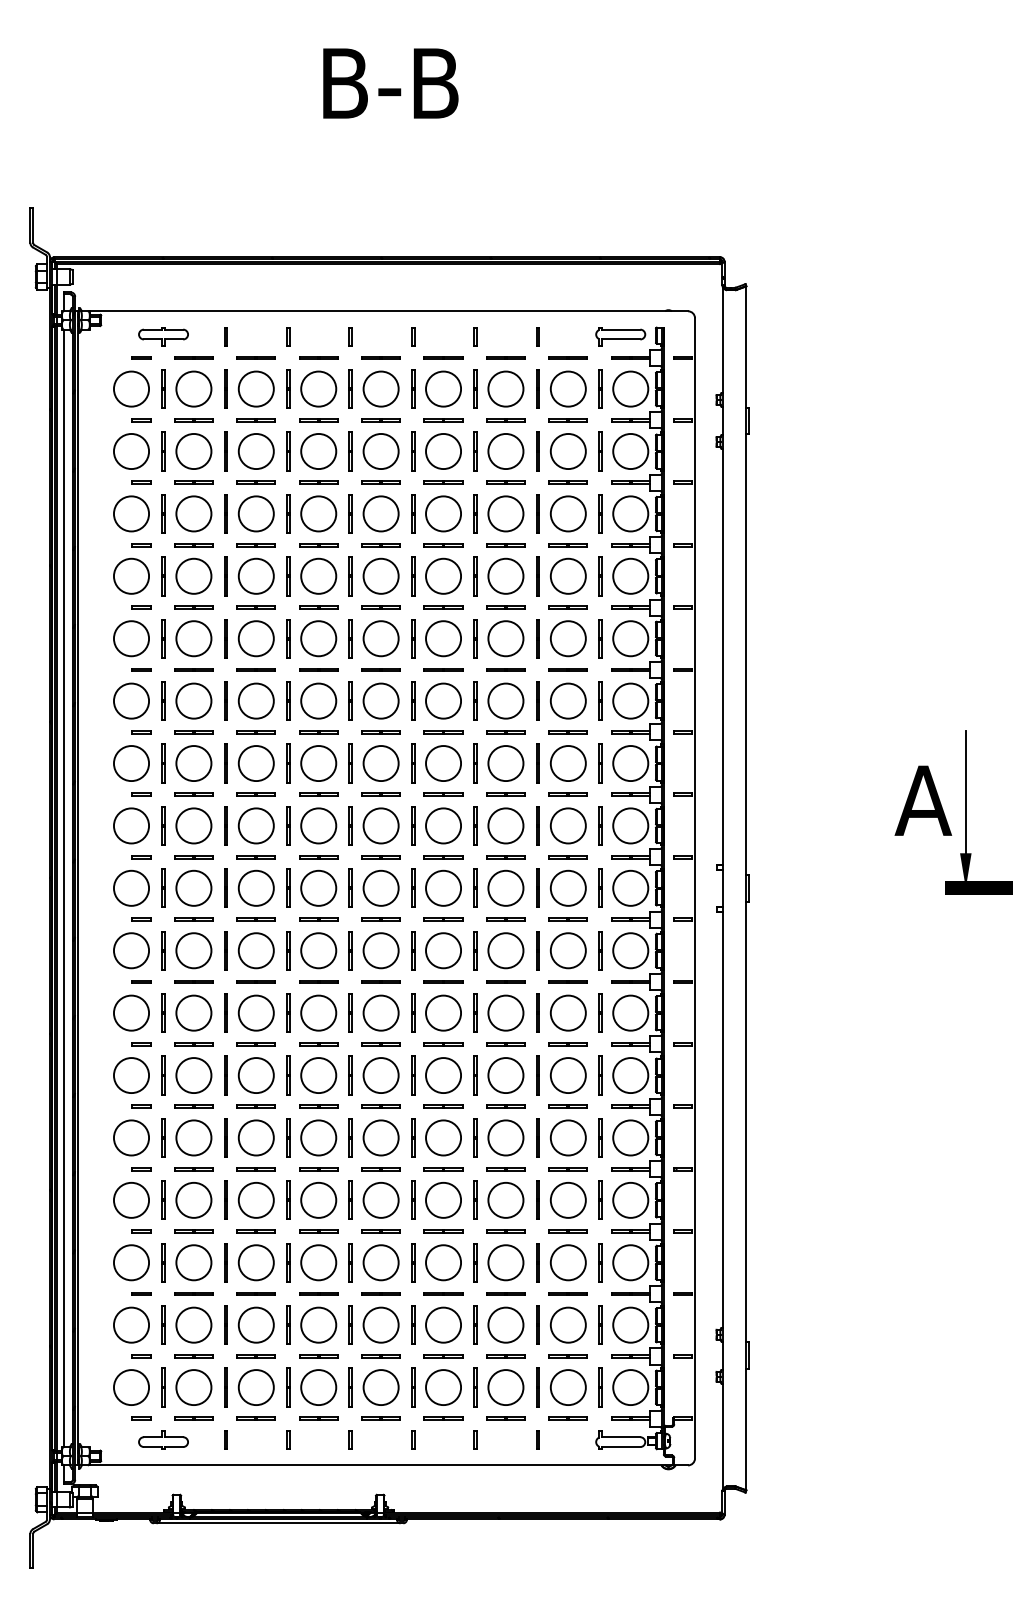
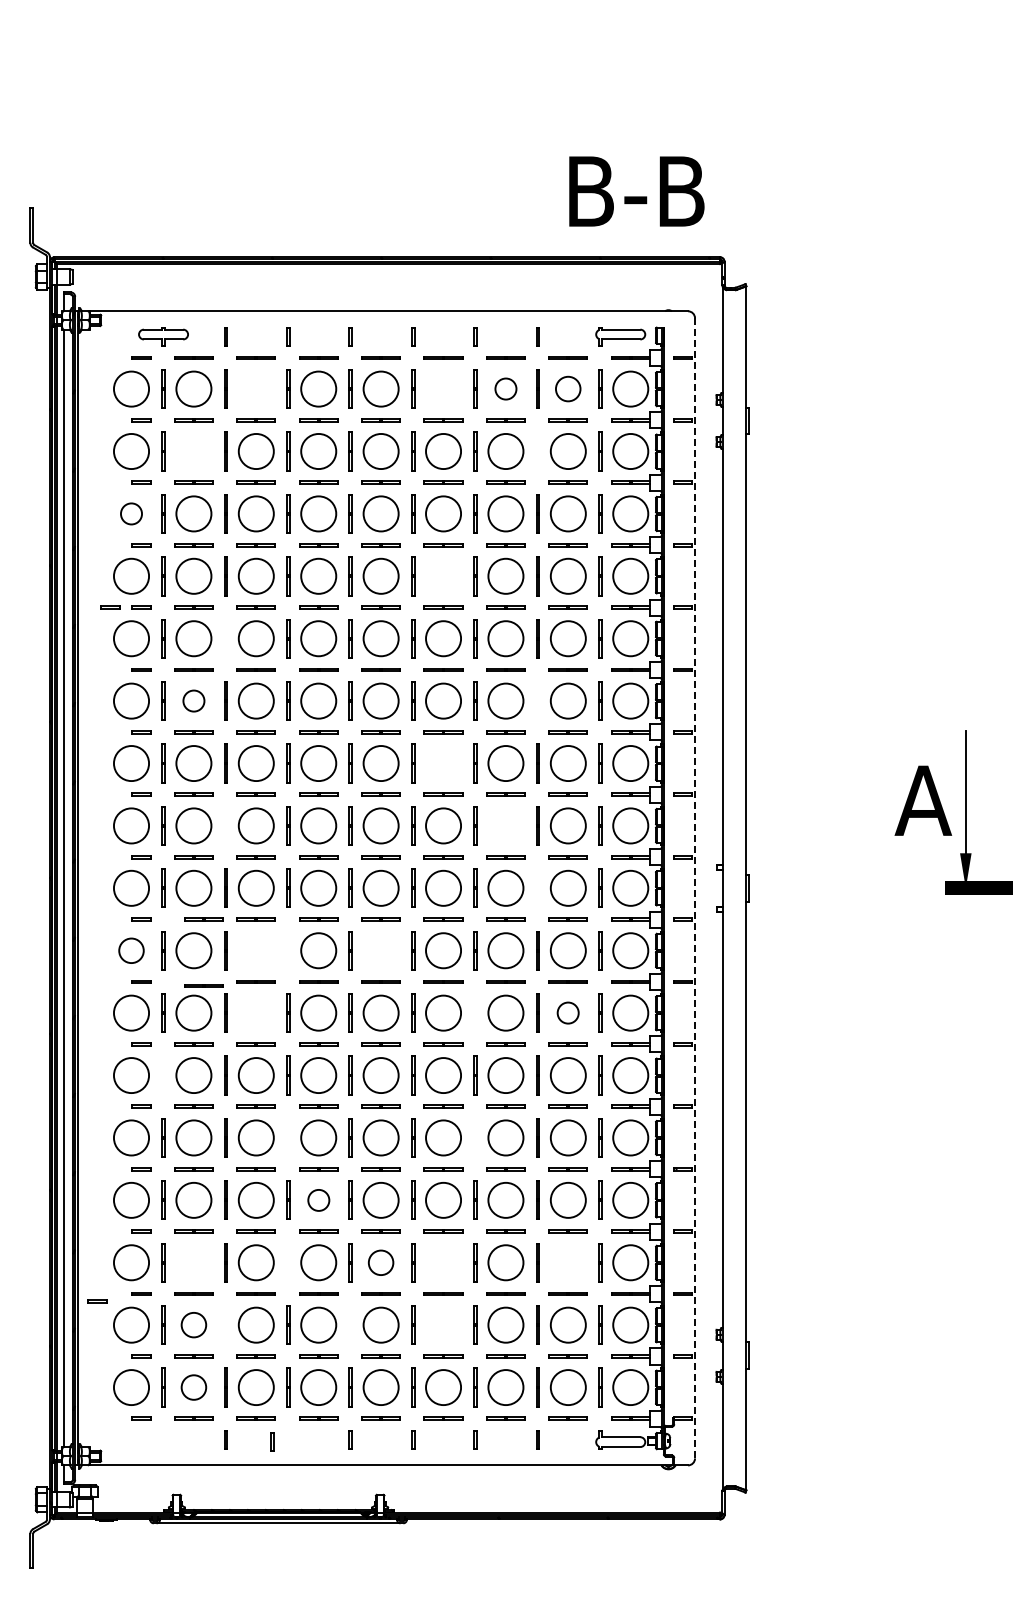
text at (390, 83) position: (390, 83) -> (636, 191)
circle at (255, 388): present -> none
circle at (443, 388): present -> none
circle at (505, 388) size: 38x38 px -> 24x24 px
circle at (567, 388) size: 38x38 px -> 27x28 px
circle at (193, 451): present -> none
line at (537, 451): present -> none
circle at (131, 513) size: 37x38 px -> 23x24 px
circle at (443, 575): present -> none
line at (110, 606): none -> present
line at (225, 638): present -> none
circle at (193, 700) size: 38x38 px -> 24x24 px
line at (537, 700): present -> none
circle at (443, 763): present -> none
line at (225, 825): present -> none
circle at (505, 825): present -> none
line at (537, 887): present -> none
line at (695, 888): solid -> dashed
line at (193, 919) position: (193, 919) -> (203, 919)
circle at (131, 950) size: 37x38 px -> 27x27 px
circle at (255, 950): present -> none
line at (288, 950): present -> none
circle at (380, 950): present -> none
line at (193, 981) position: (193, 981) -> (203, 985)
circle at (255, 1012): present -> none
line at (475, 1012): present -> none
circle at (567, 1012) size: 38x38 px -> 24x24 px
line at (163, 1075): present -> none
line at (288, 1137): present -> none
line at (475, 1137): present -> none
circle at (318, 1200) size: 38x37 px -> 24x23 px
circle at (193, 1262): present -> none
line at (288, 1262): present -> none
circle at (380, 1262) size: 38x38 px -> 27x27 px
circle at (443, 1262): present -> none
circle at (567, 1262): present -> none
line at (97, 1300): none -> present
circle at (193, 1324) size: 38x38 px -> 28x27 px
line at (225, 1324): present -> none
line at (350, 1324): present -> none
circle at (443, 1324): present -> none
circle at (193, 1387) size: 38x37 px -> 28x27 px
part at (163, 1439): present -> none
line at (287, 1439) position: (287, 1439) -> (271, 1441)
